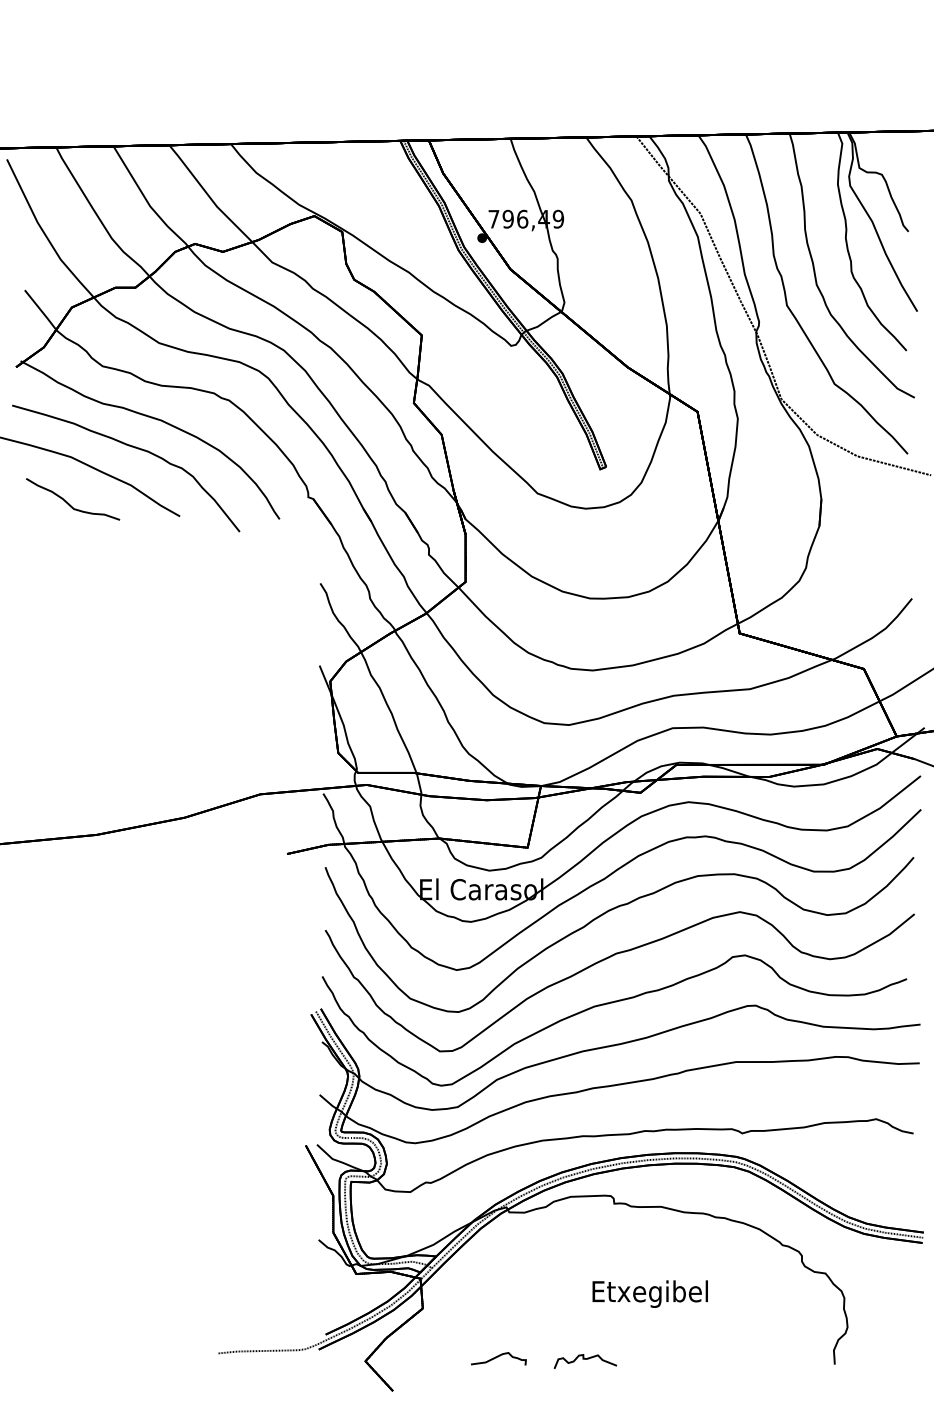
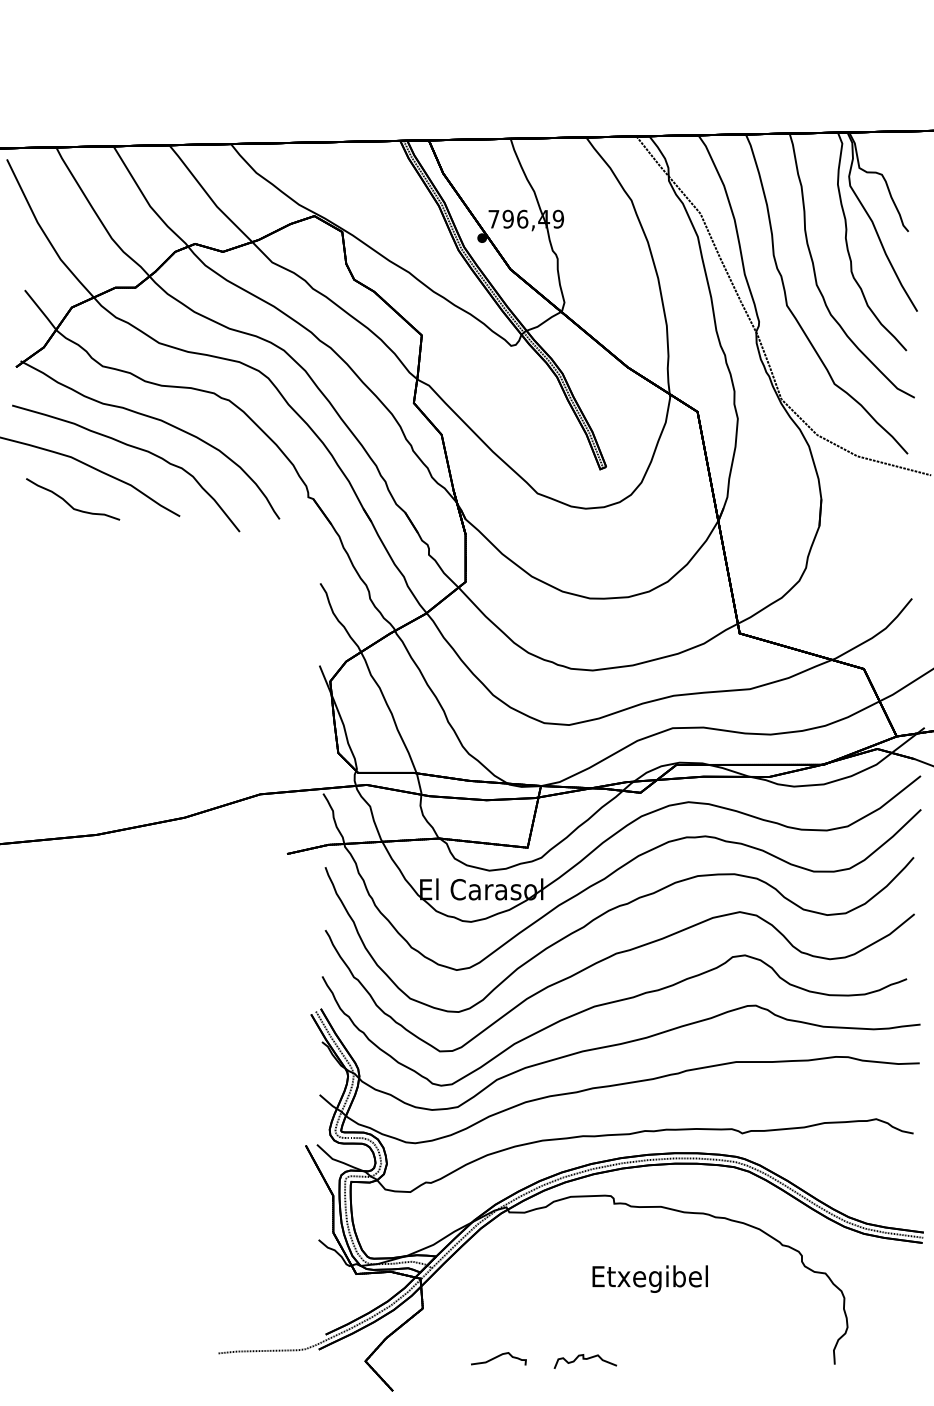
text at (649, 1293) position: (649, 1293) -> (649, 1278)
